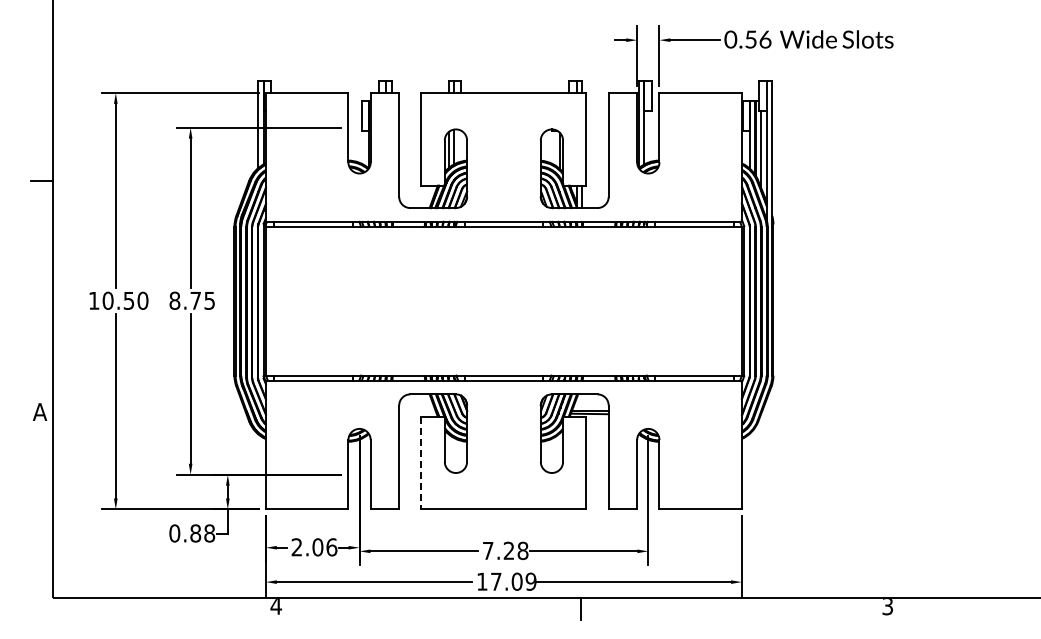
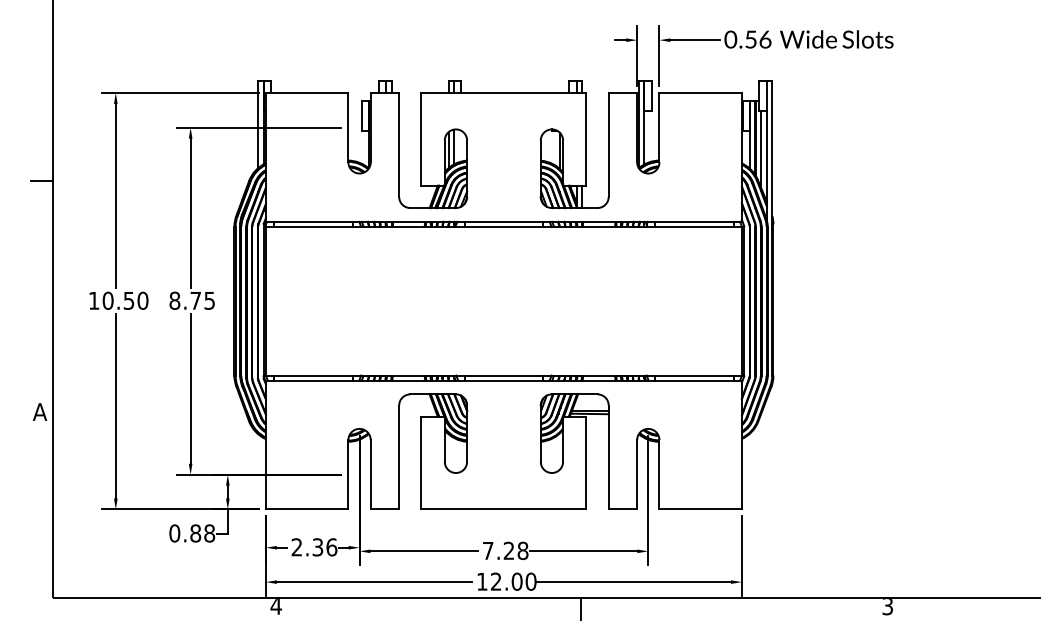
line at (421, 463): dashed -> solid
text at (317, 547): 2.06 -> 2.36
text at (513, 581): 17.09 -> 12.00
